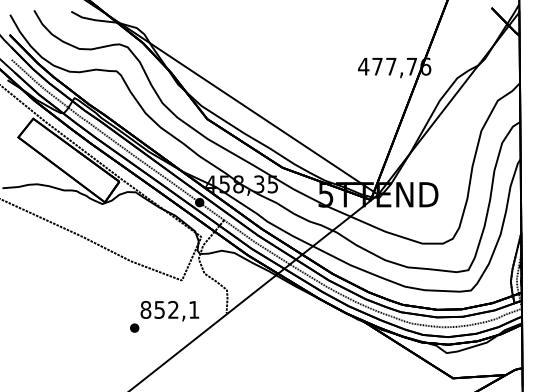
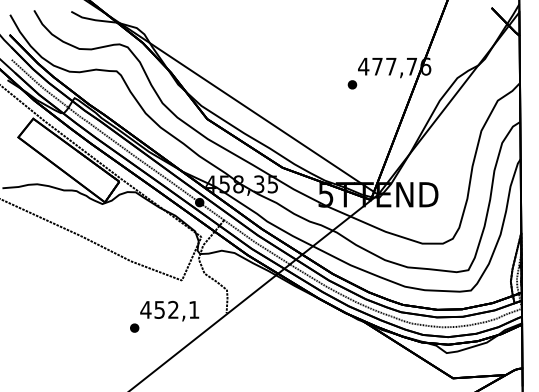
part at (352, 84): none -> present
text at (145, 309): 852,1 -> 452,1
